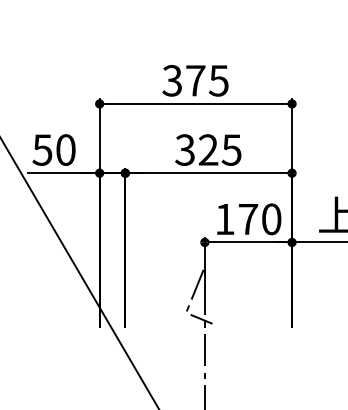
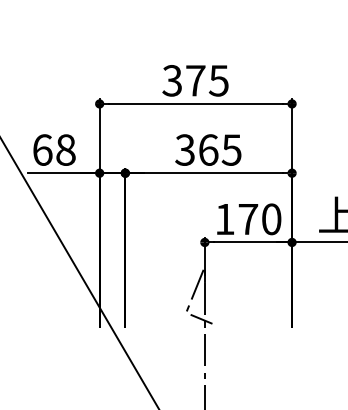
text at (53, 149): 50 -> 68
text at (208, 149): 325 -> 365
